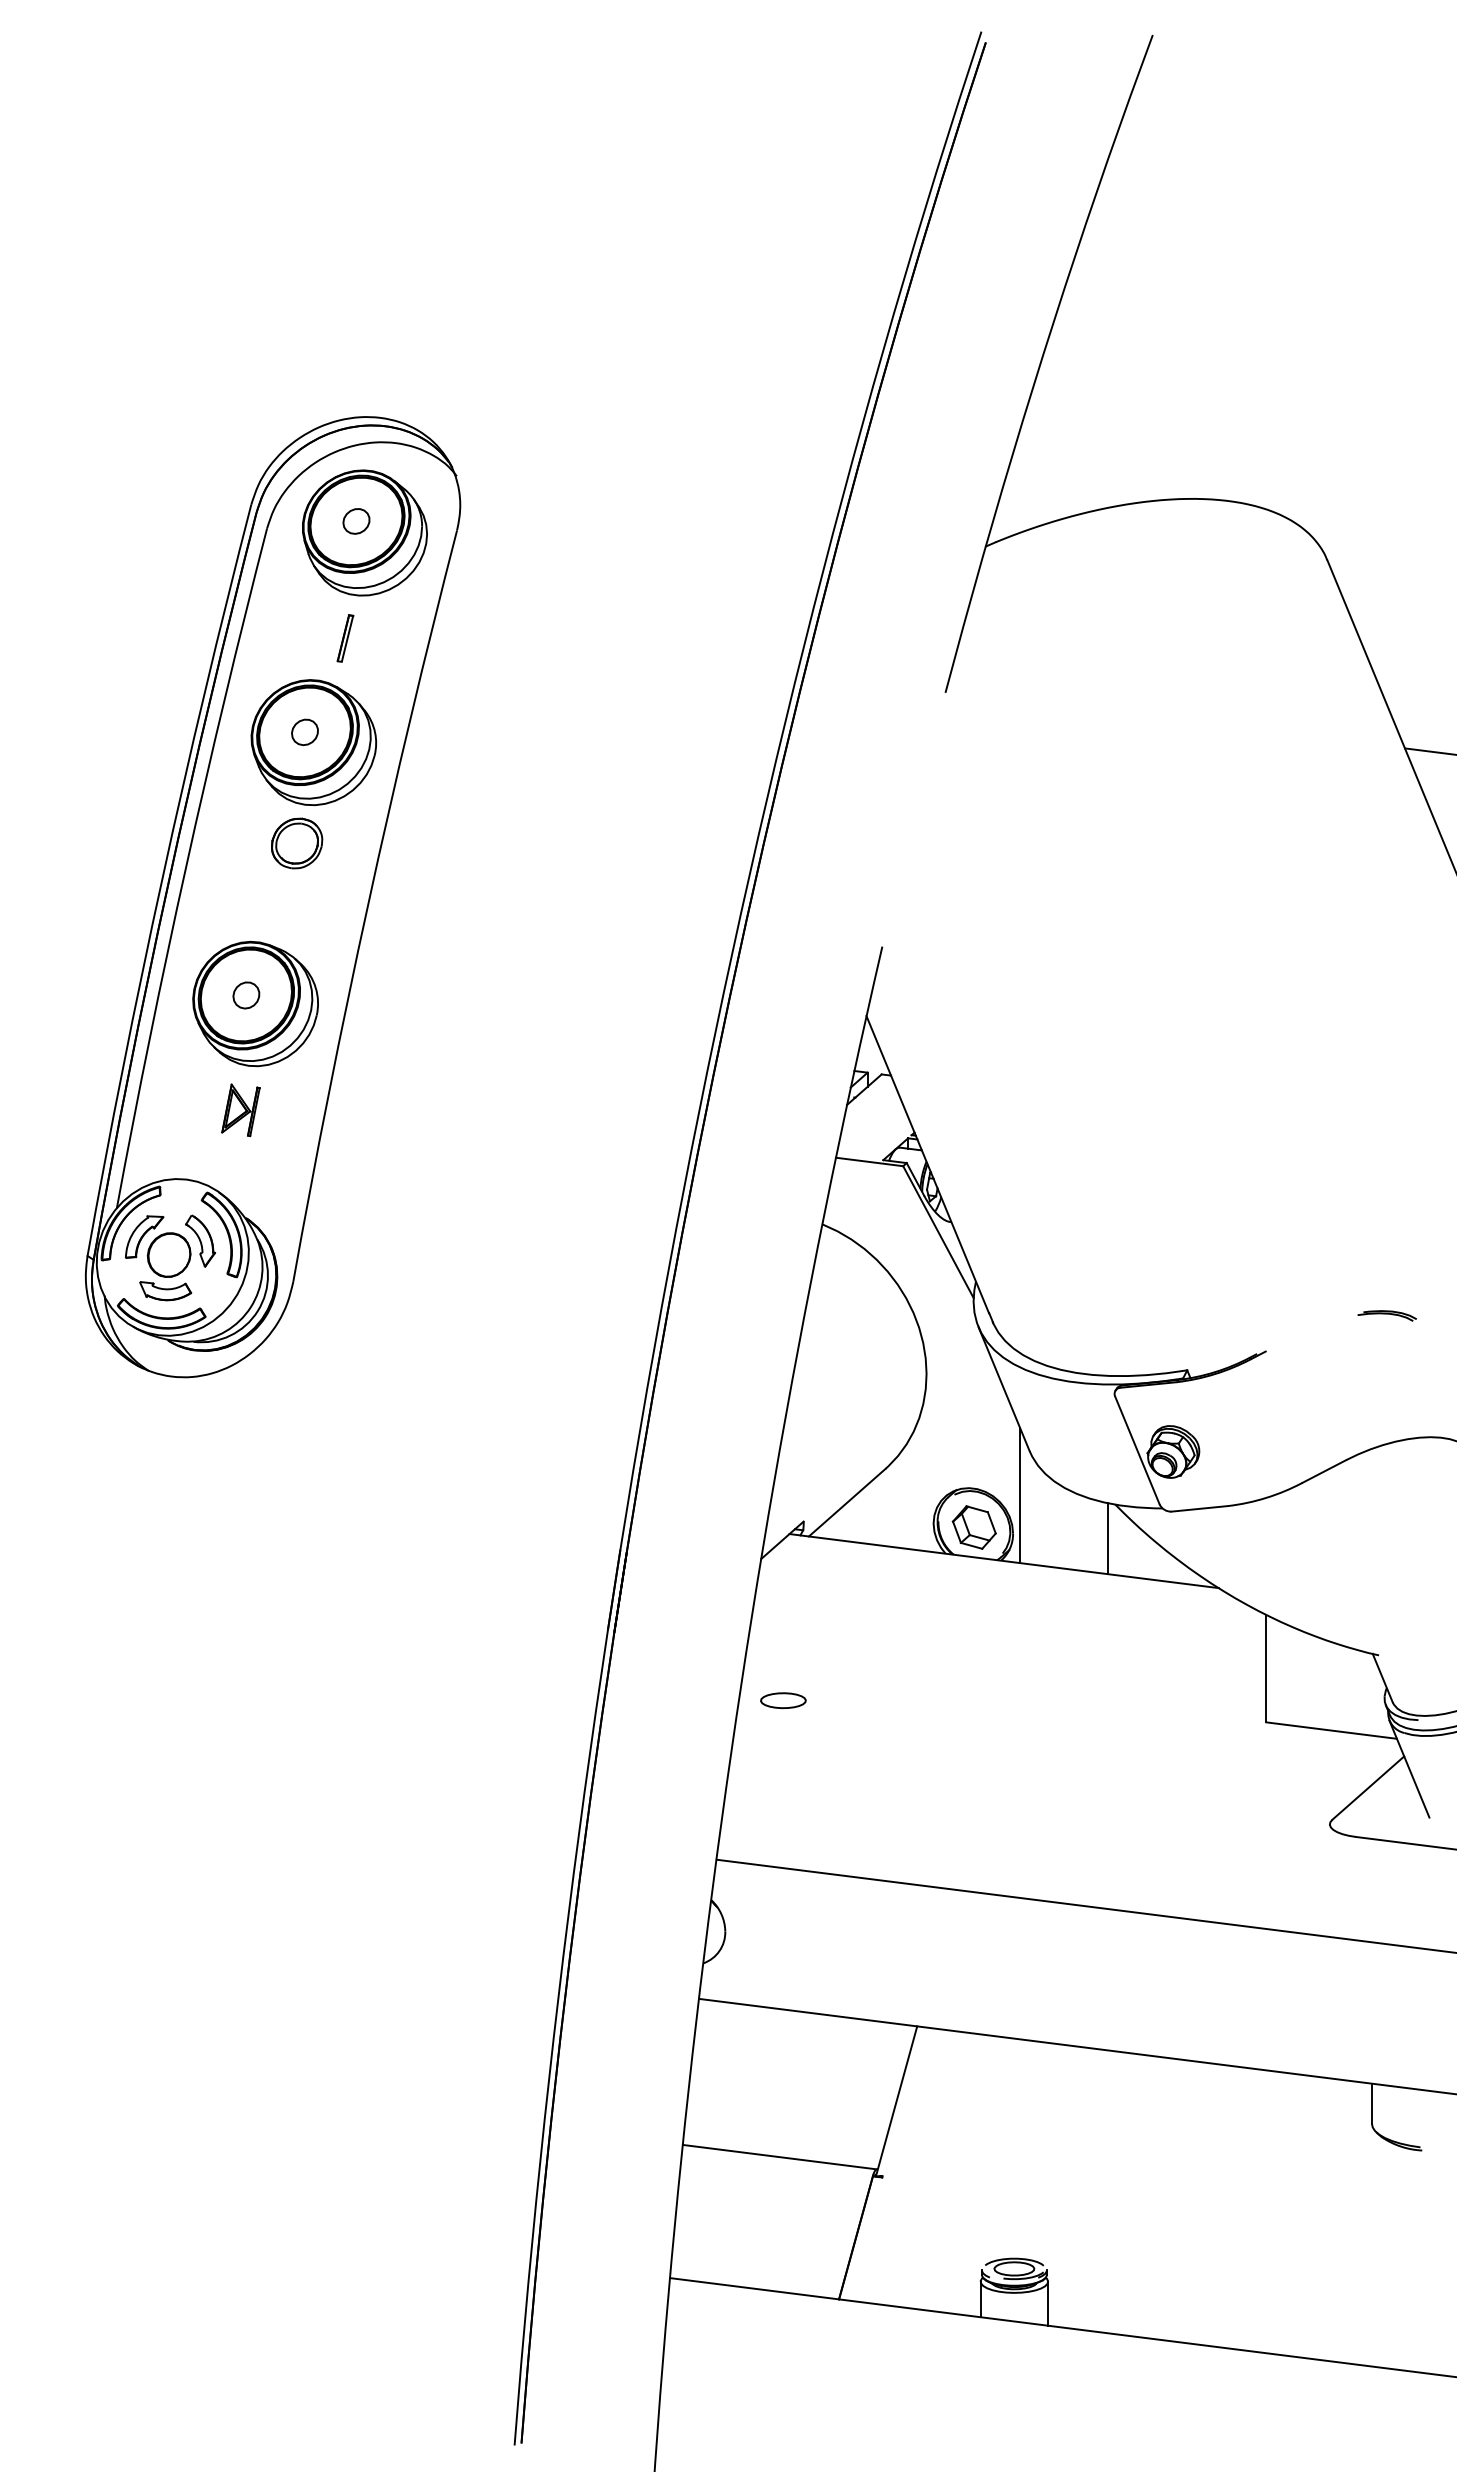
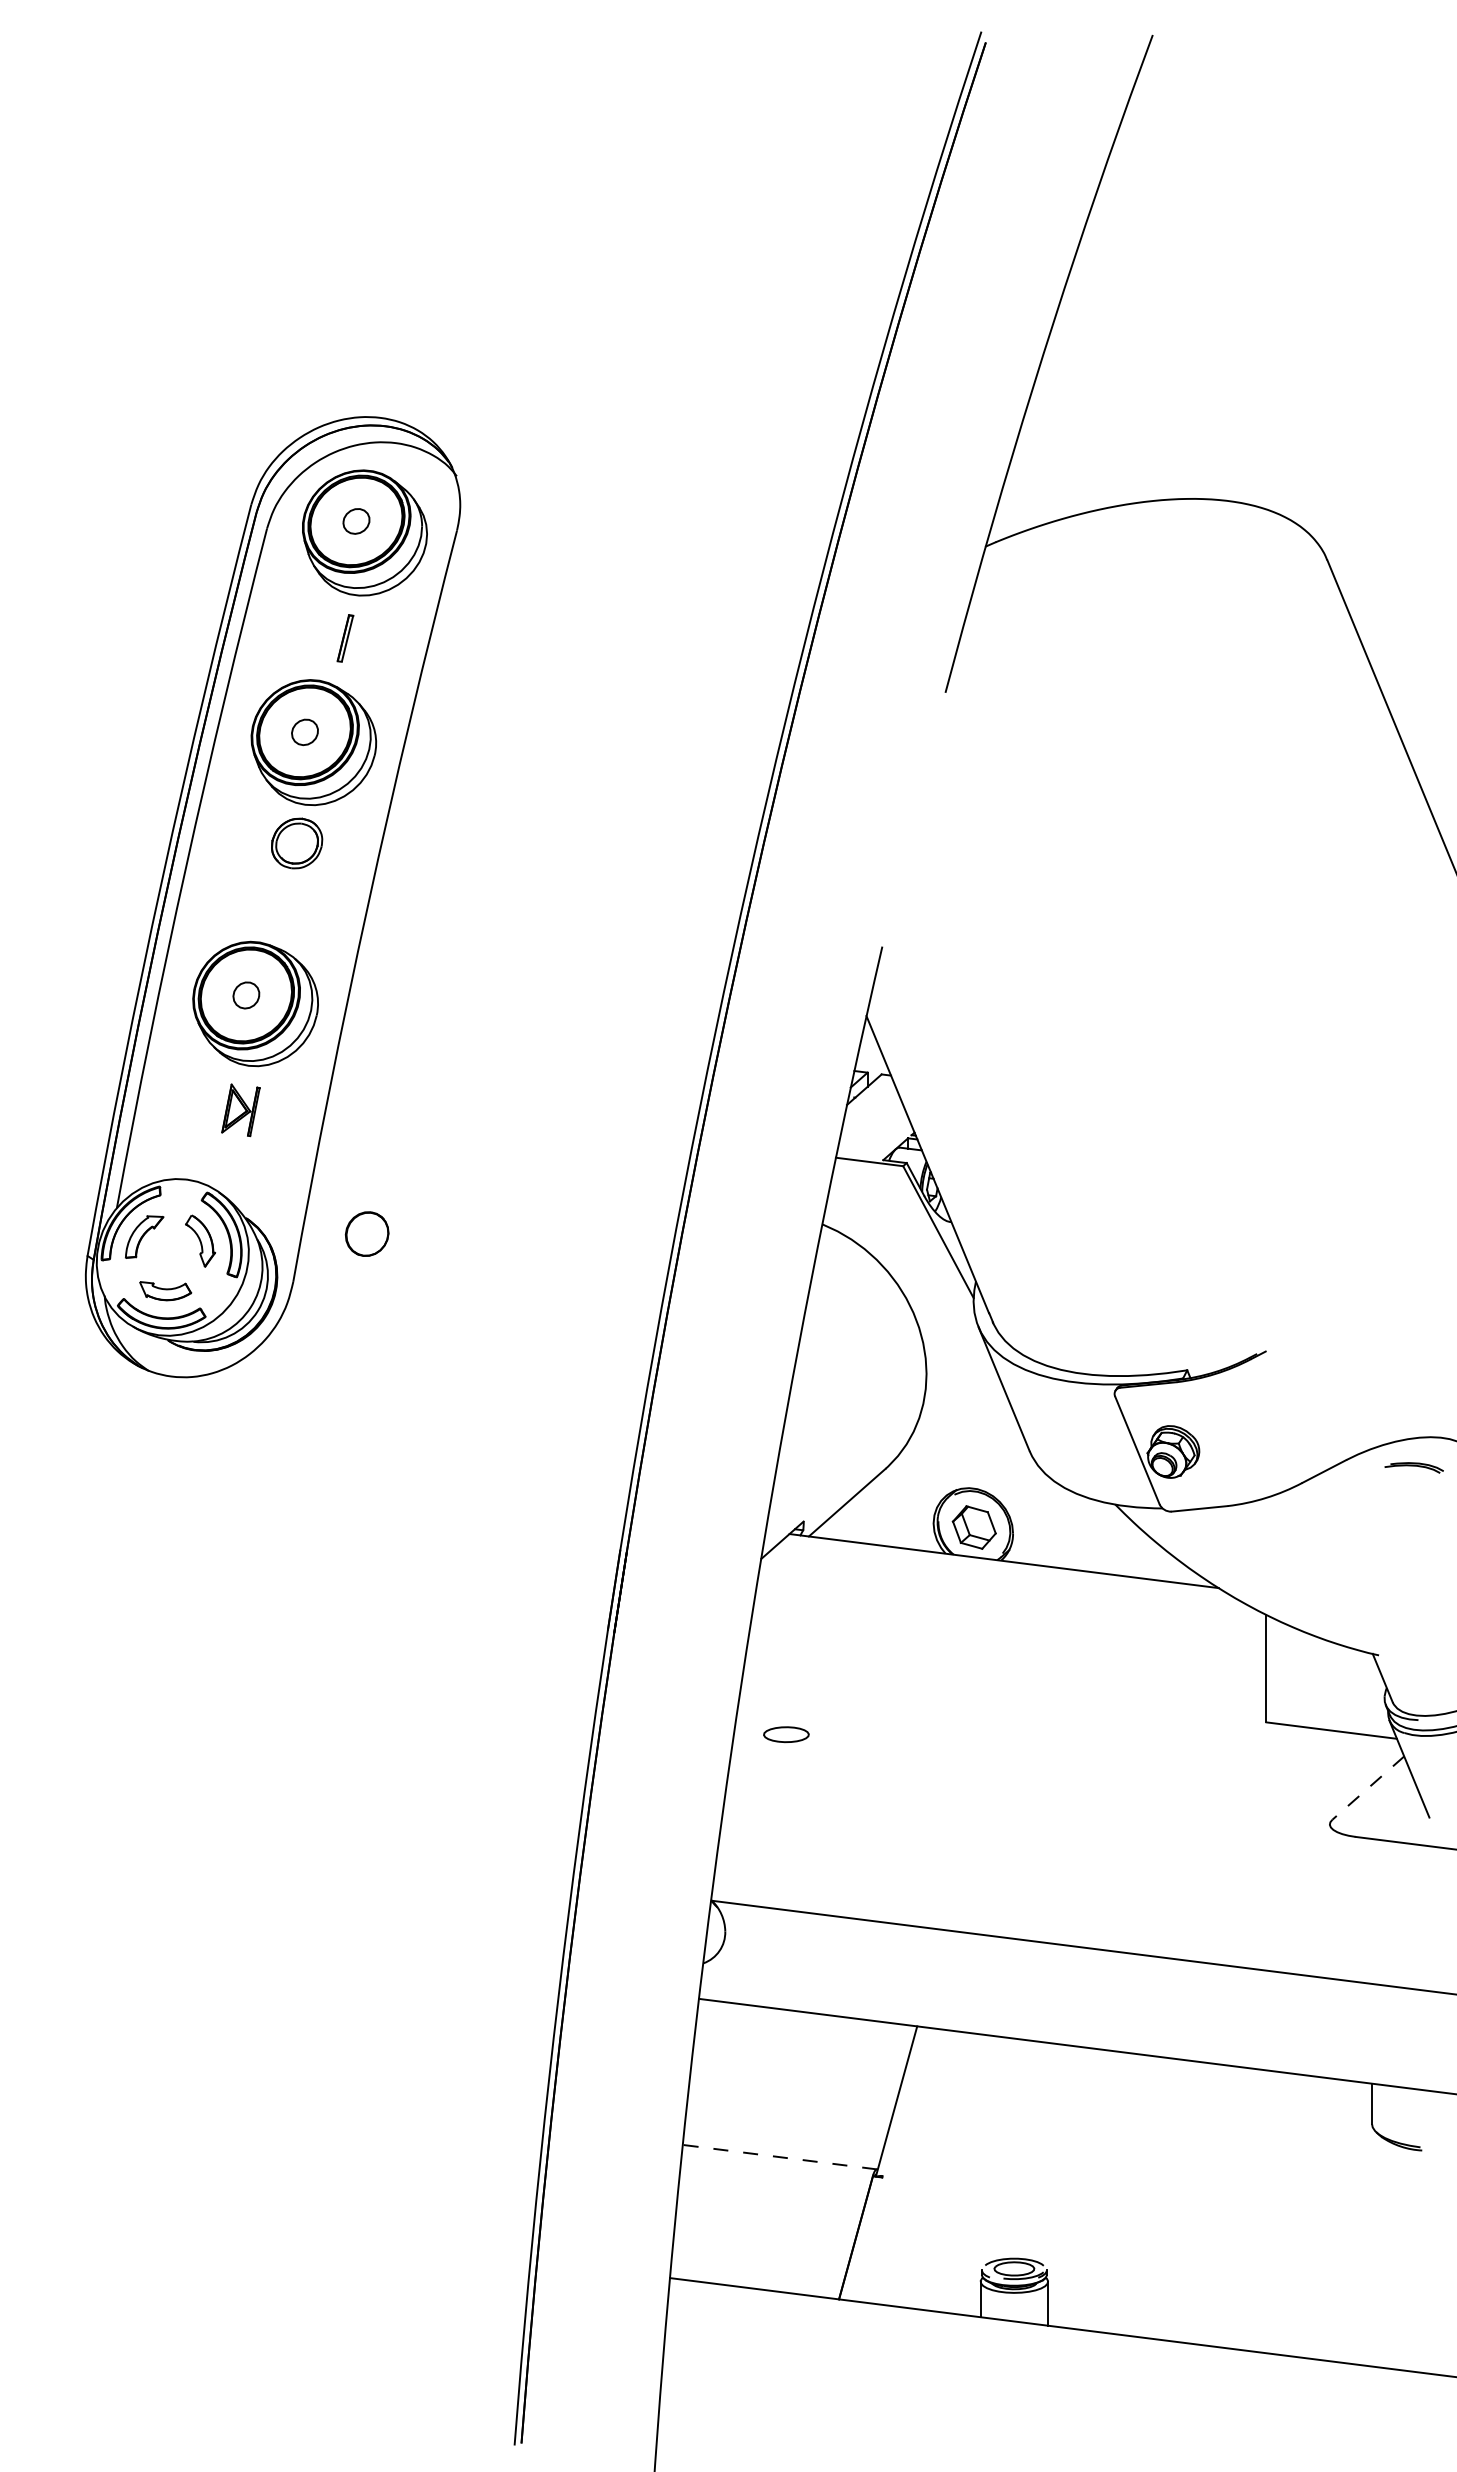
line at (1428, 751): present -> none
part at (168, 1254) position: (168, 1254) -> (366, 1233)
part at (1386, 1315) position: (1386, 1315) -> (1413, 1467)
line at (1020, 1495): present -> none
line at (1108, 1538): present -> none
part at (783, 1700) position: (783, 1700) -> (786, 1734)
line at (1368, 1788): solid -> dashed
line at (1084, 1905) position: (1084, 1905) -> (1082, 1947)
line at (780, 2157): solid -> dashed
